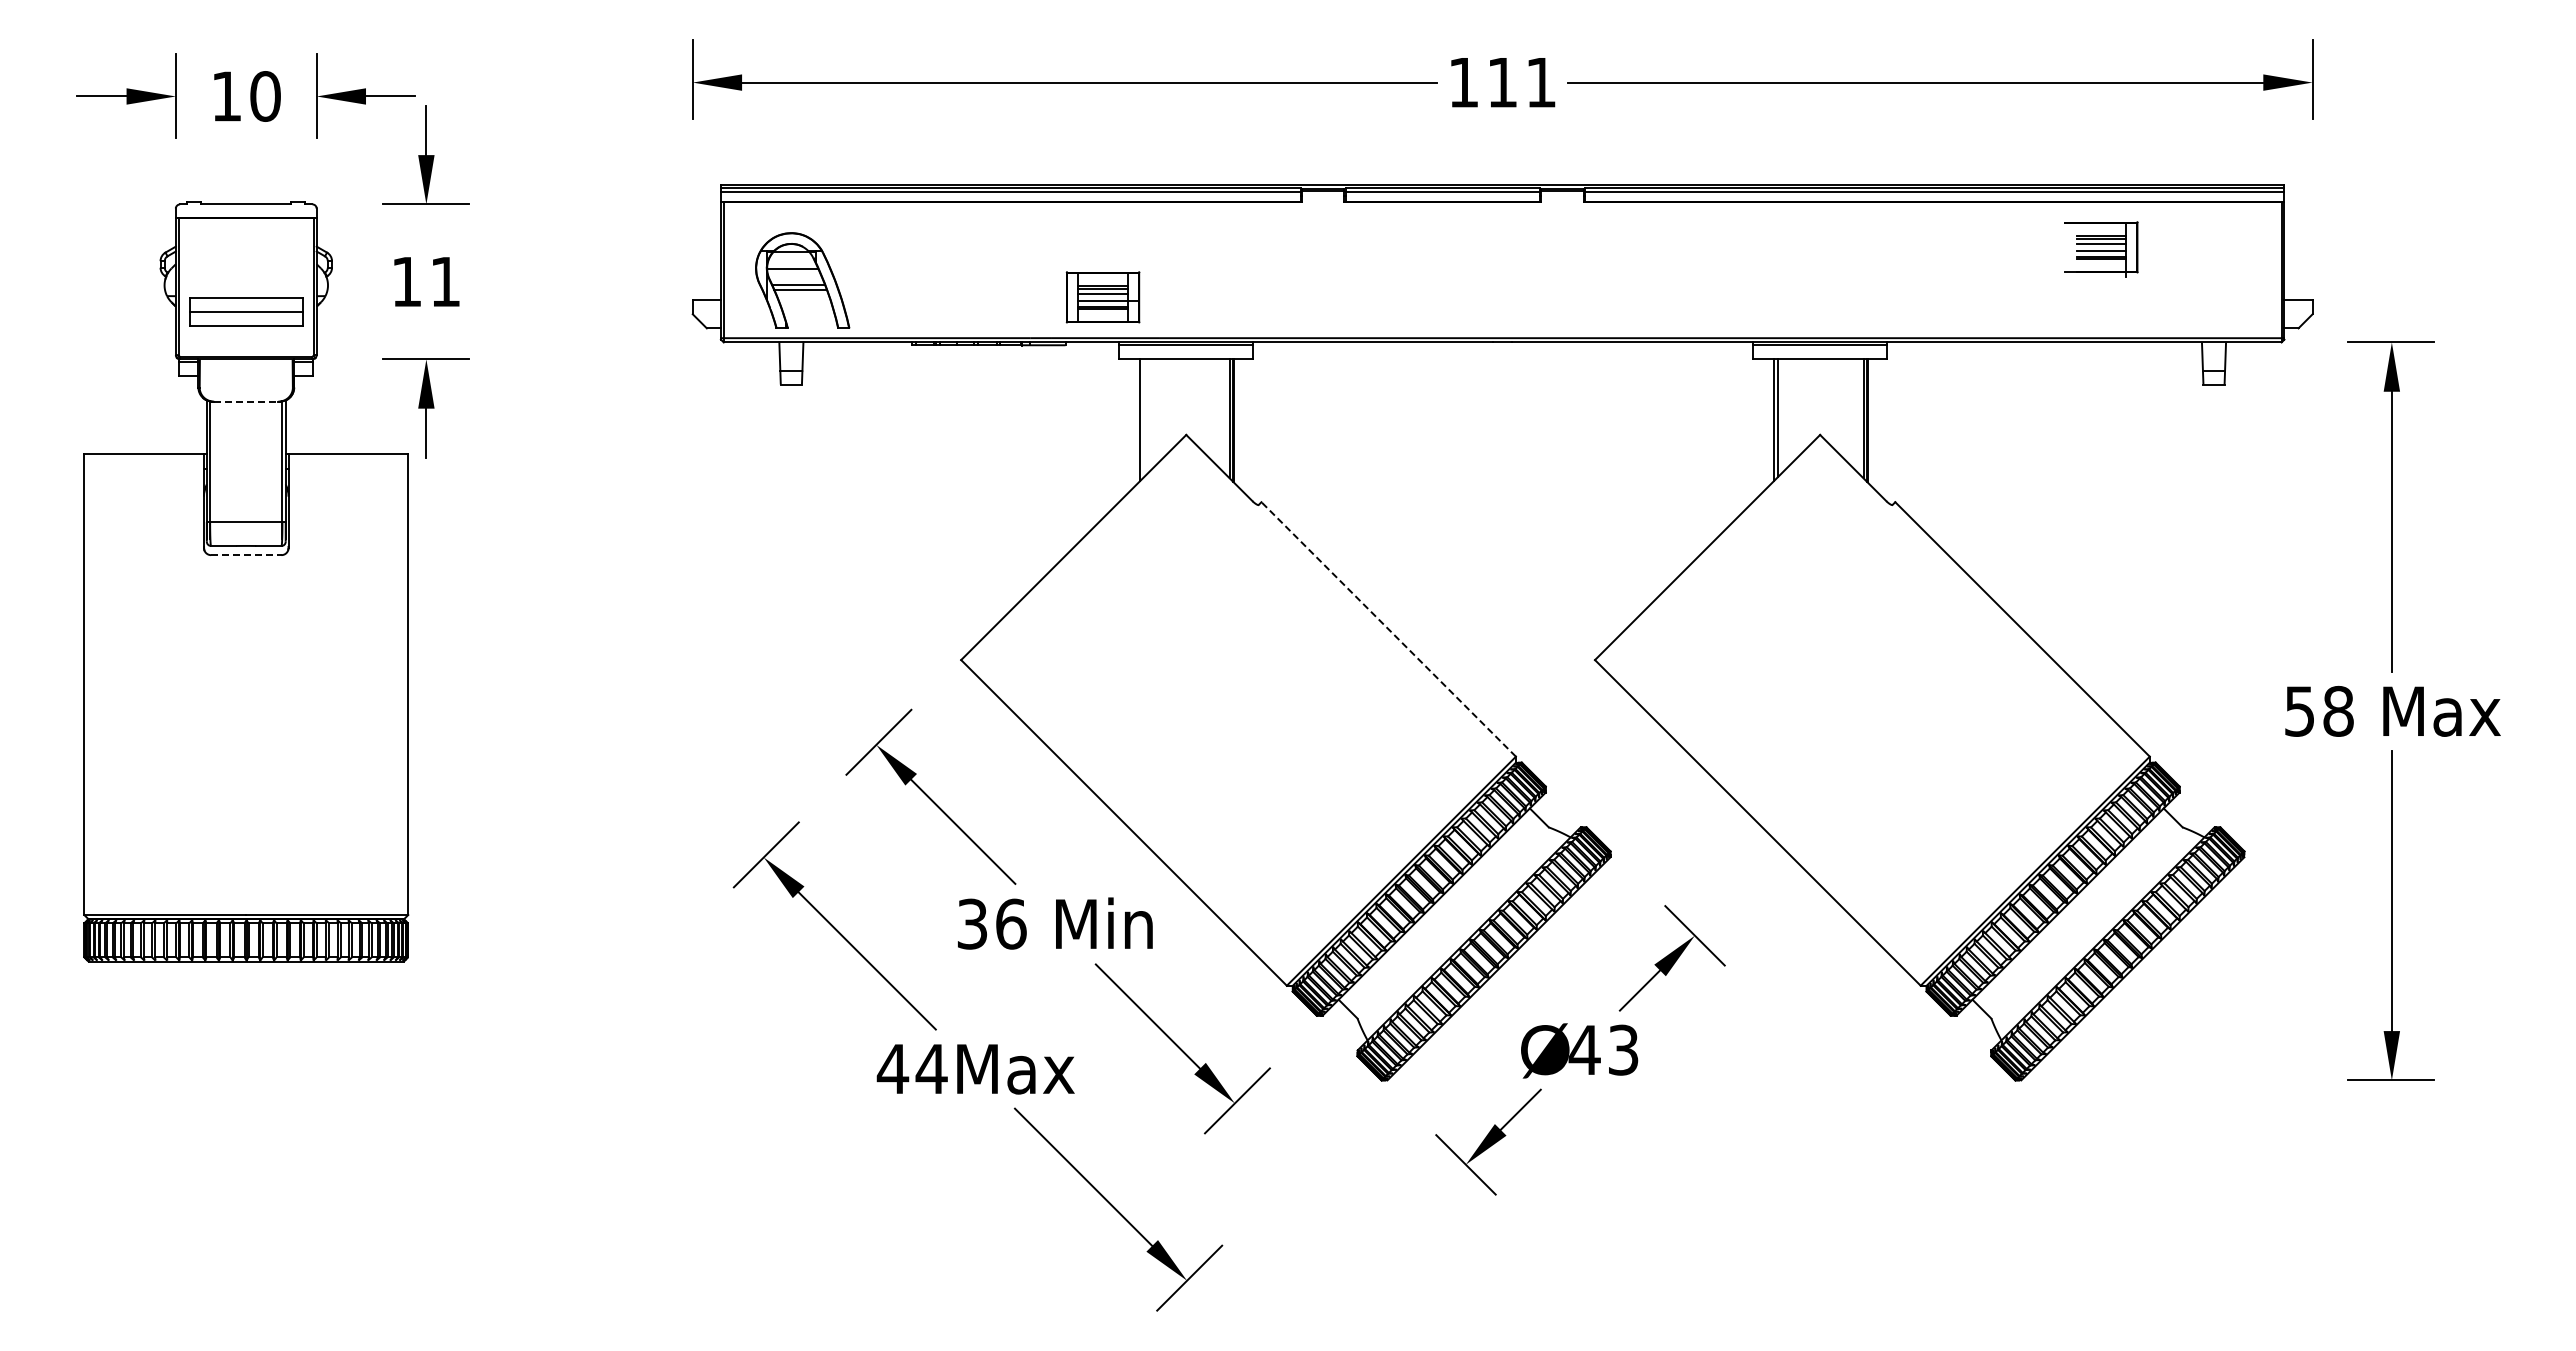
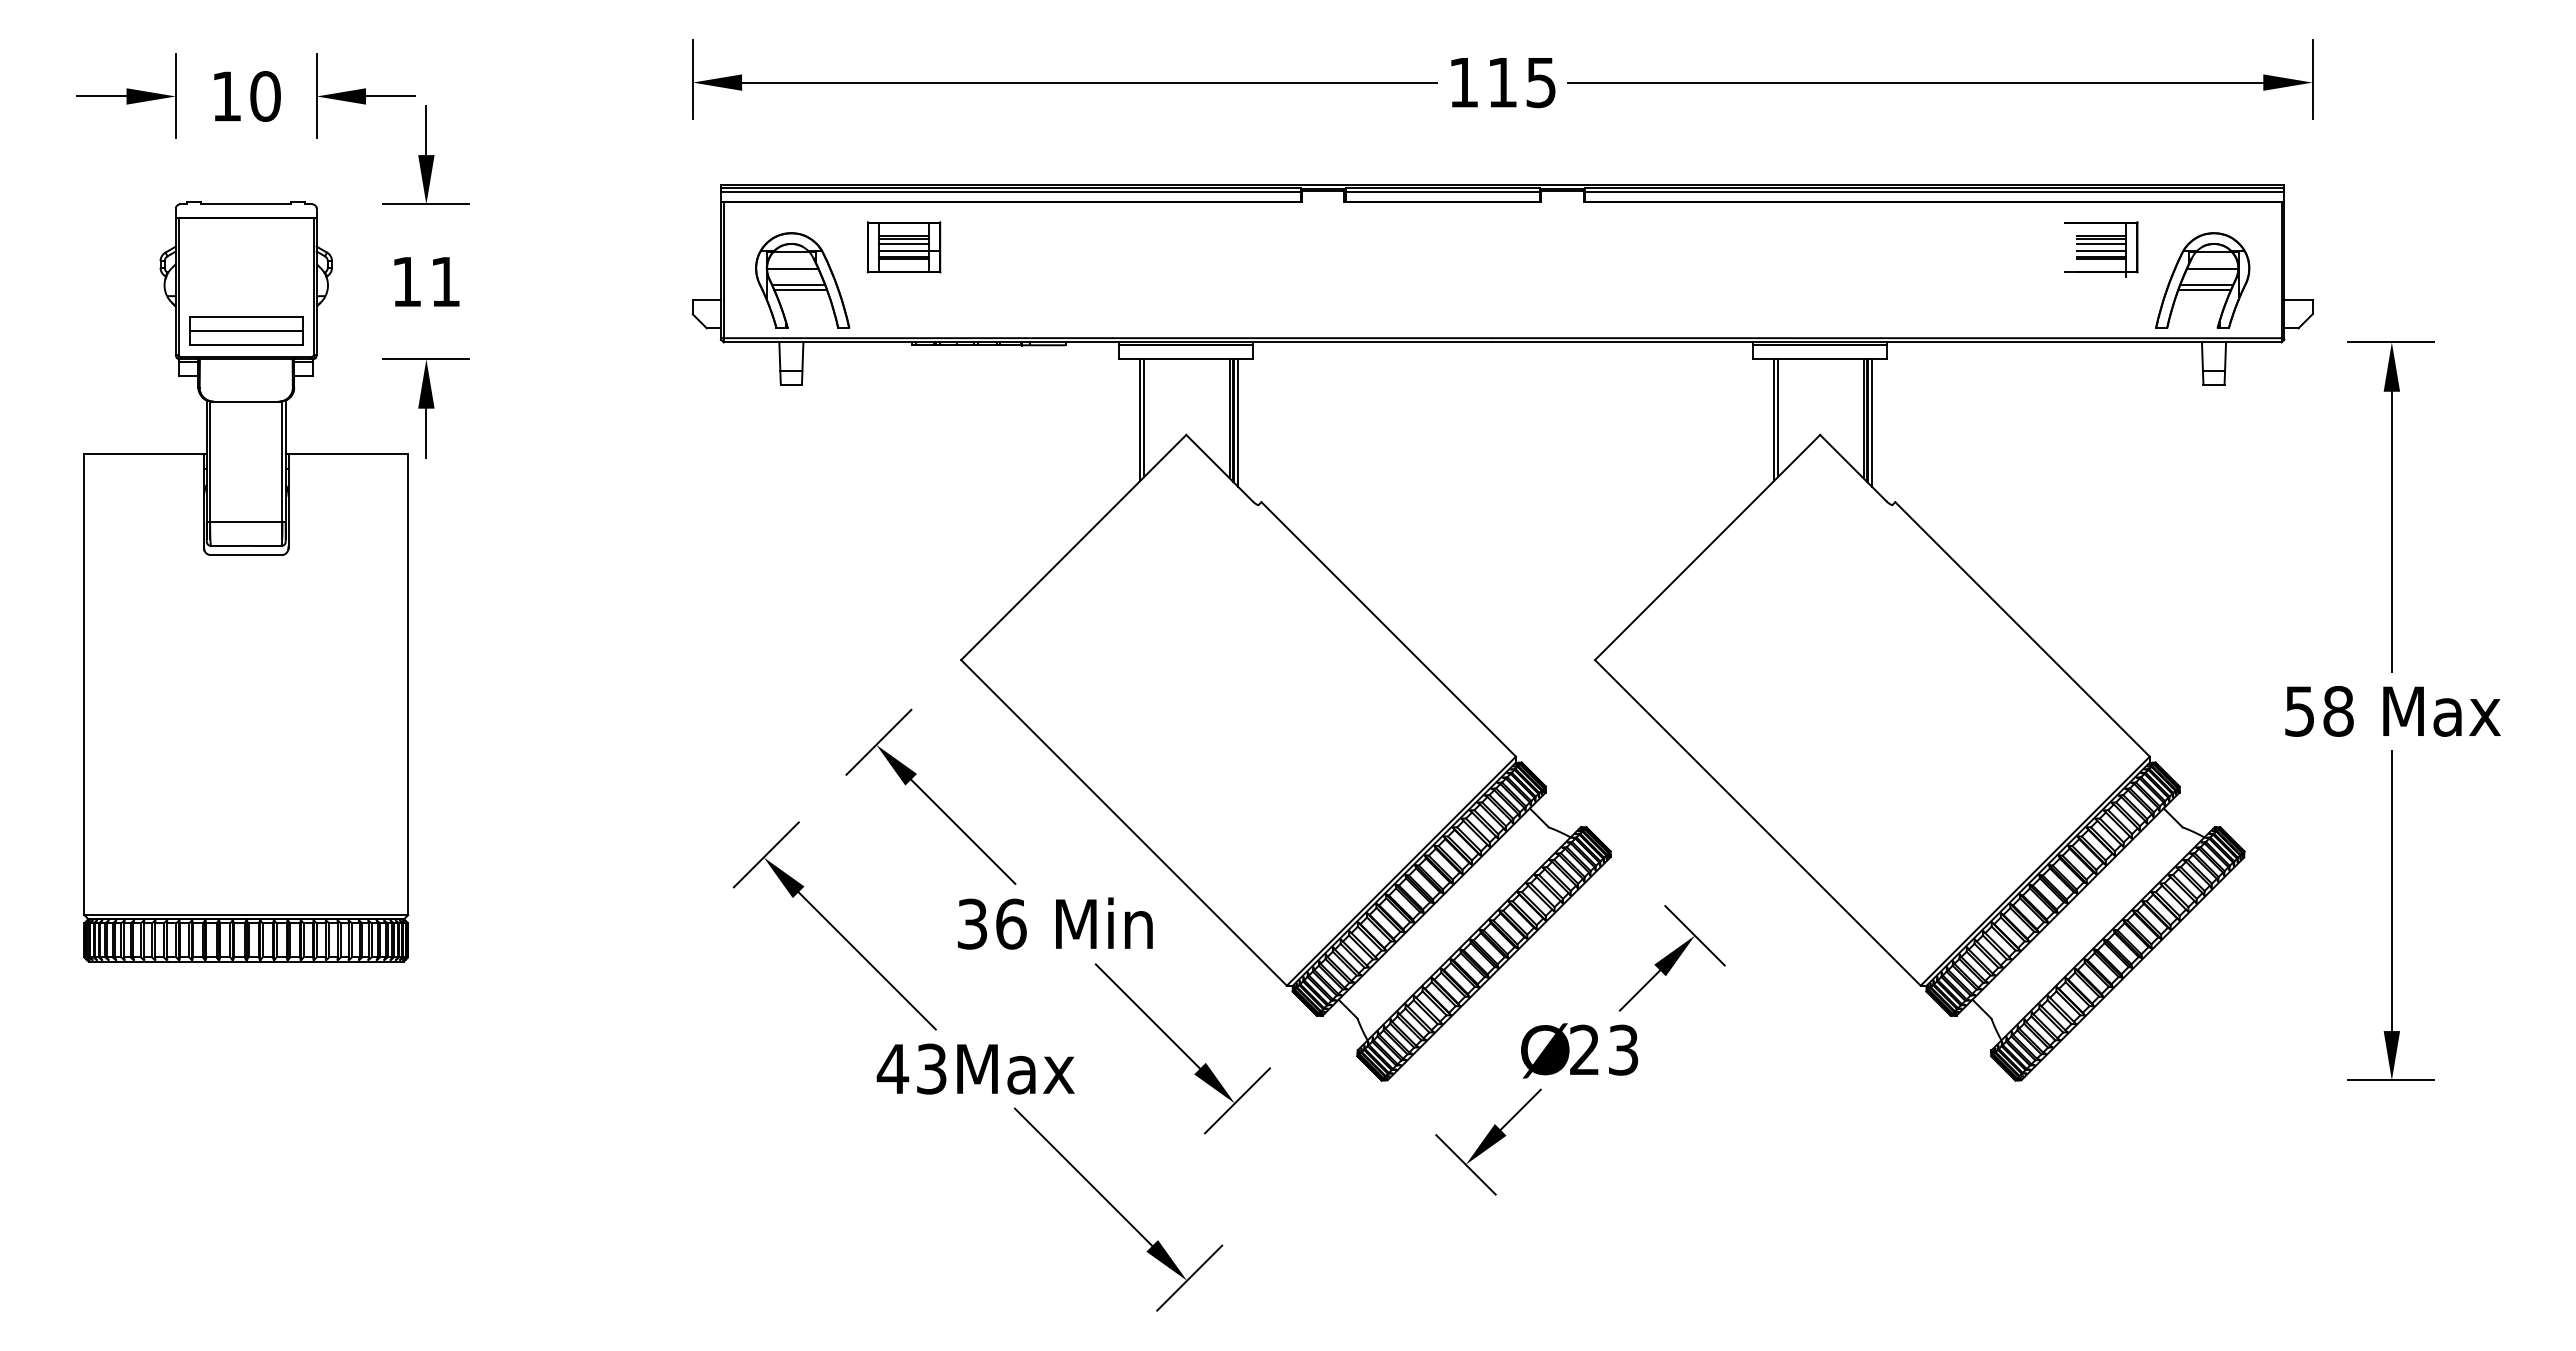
text at (1540, 83): 111 -> 115
part at (2202, 280): none -> present
part at (1102, 297) position: (1102, 297) -> (903, 247)
part at (246, 311) position: (246, 311) -> (246, 330)
line at (246, 401): dashed -> solid
line at (1144, 418): none -> present
line at (1237, 422): none -> present
line at (1871, 422): none -> present
line at (246, 555): dashed -> solid
line at (1388, 629): dashed -> solid
text at (1584, 1049): 43 -> 23
text at (931, 1068): 44Max -> 43Max
